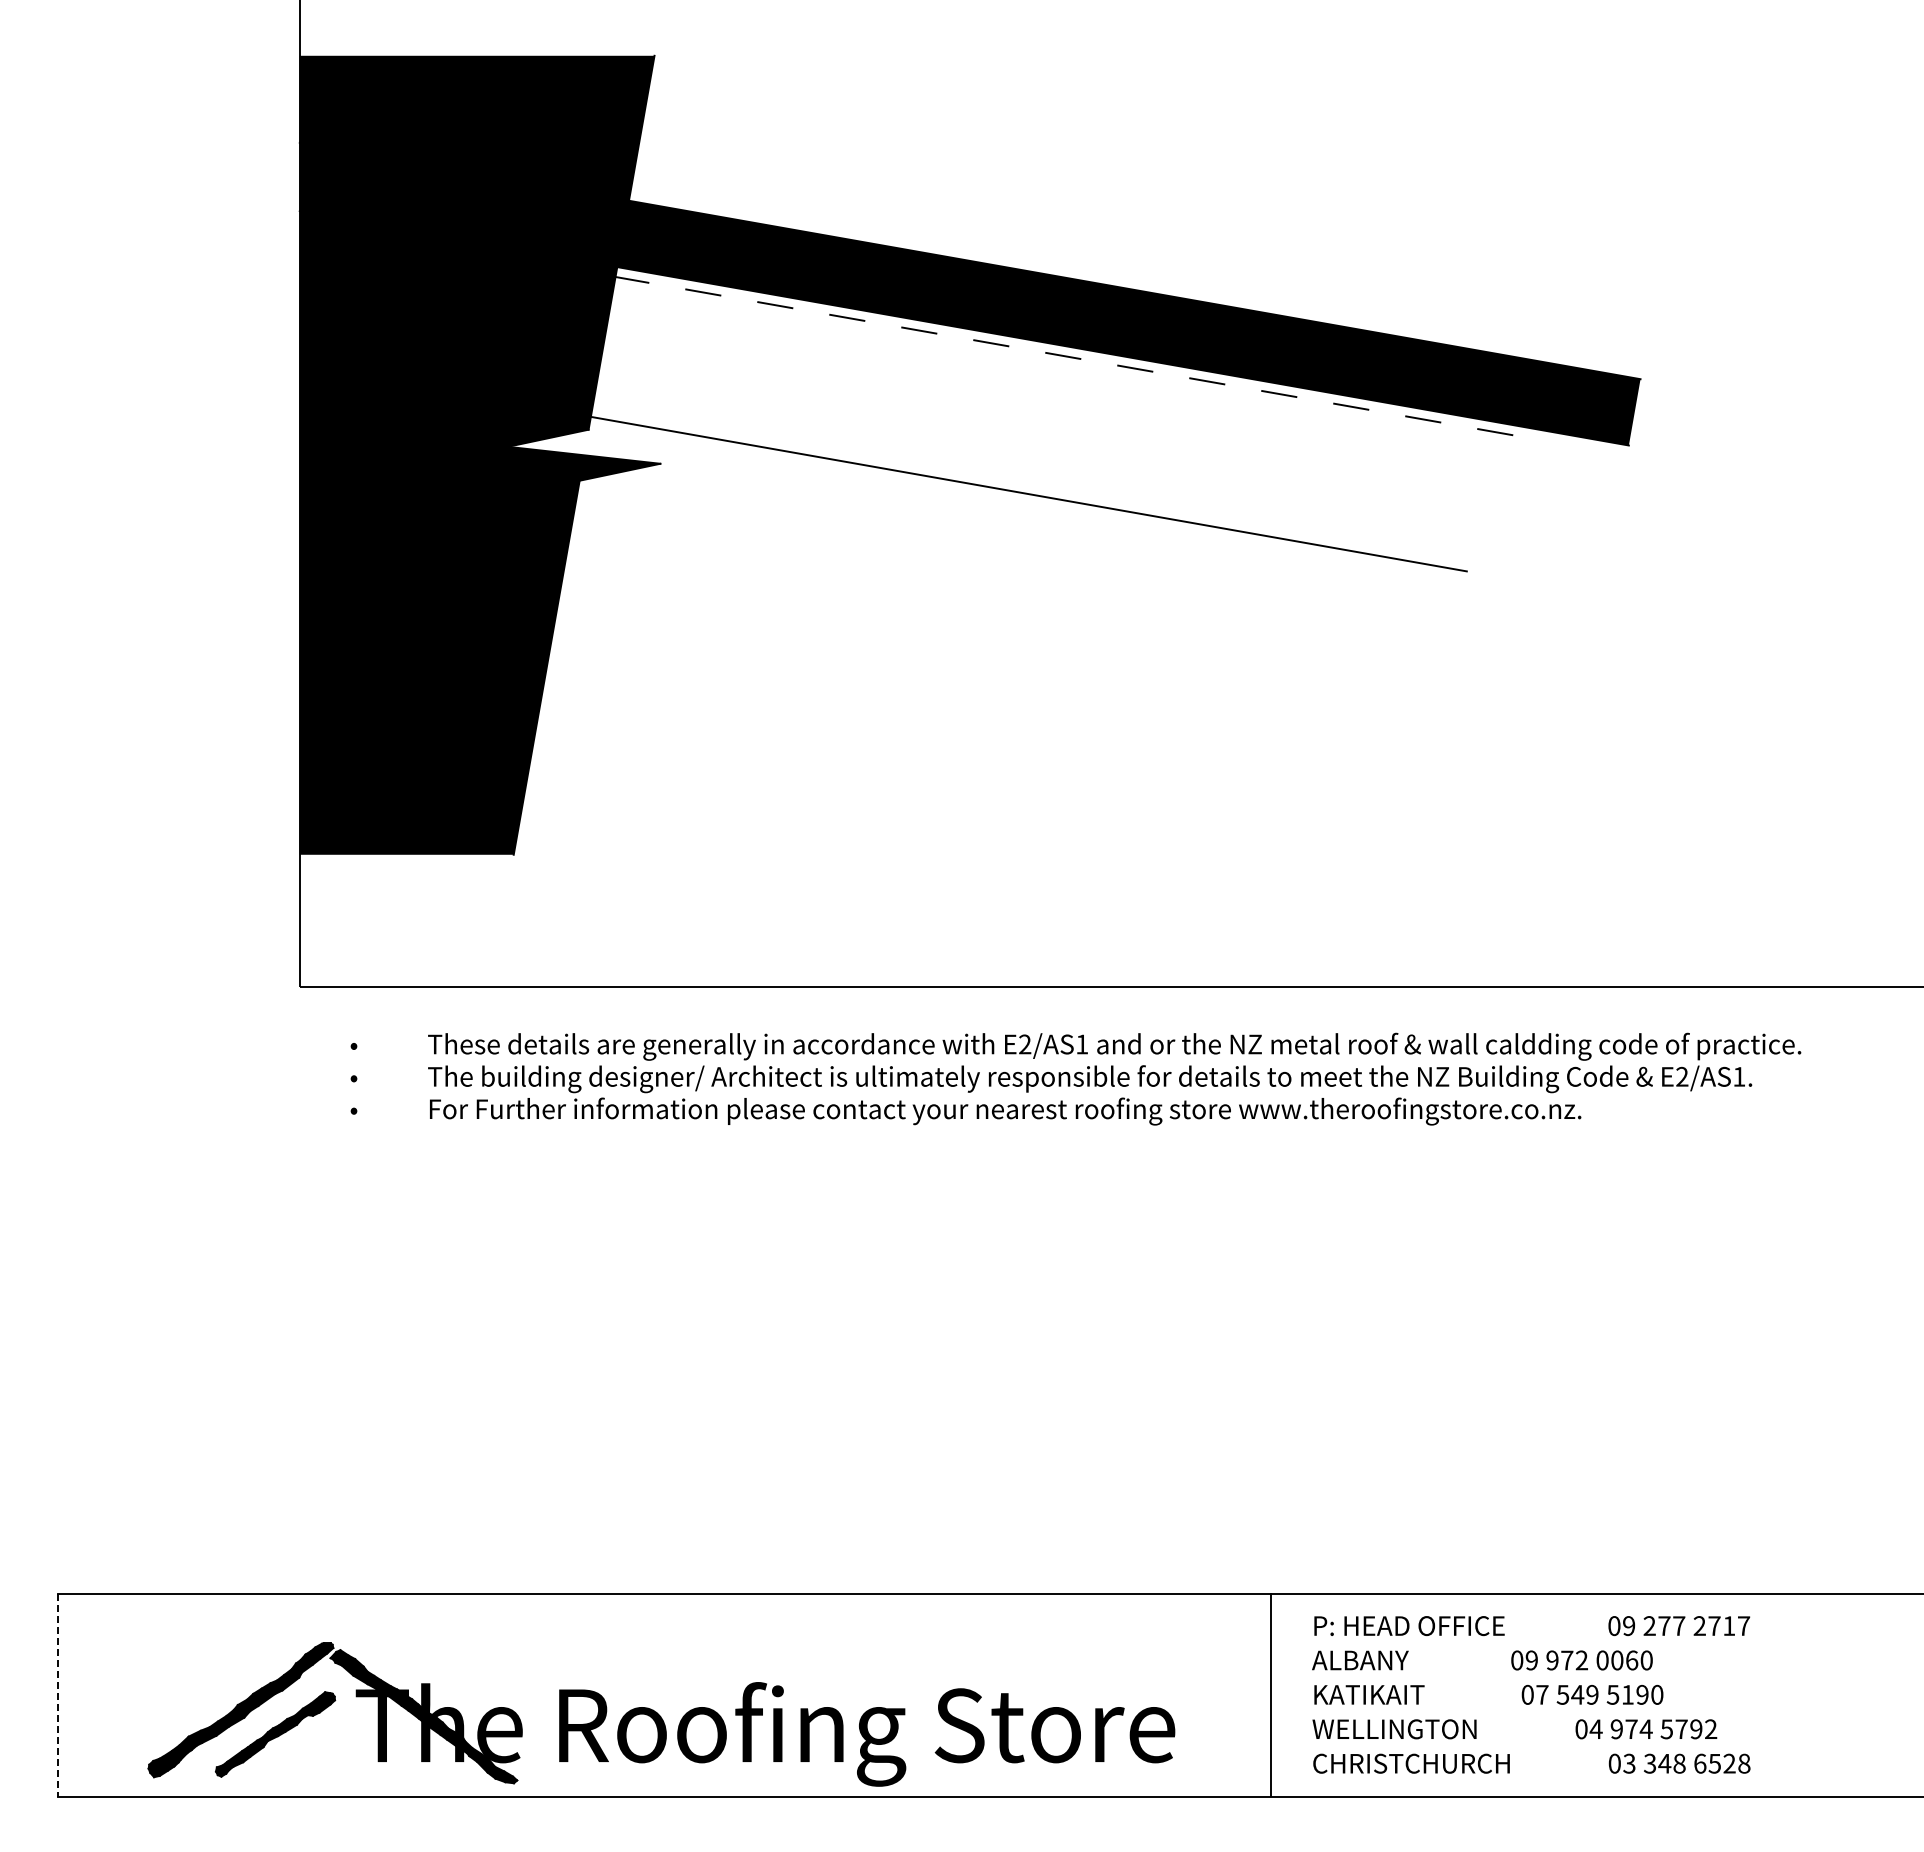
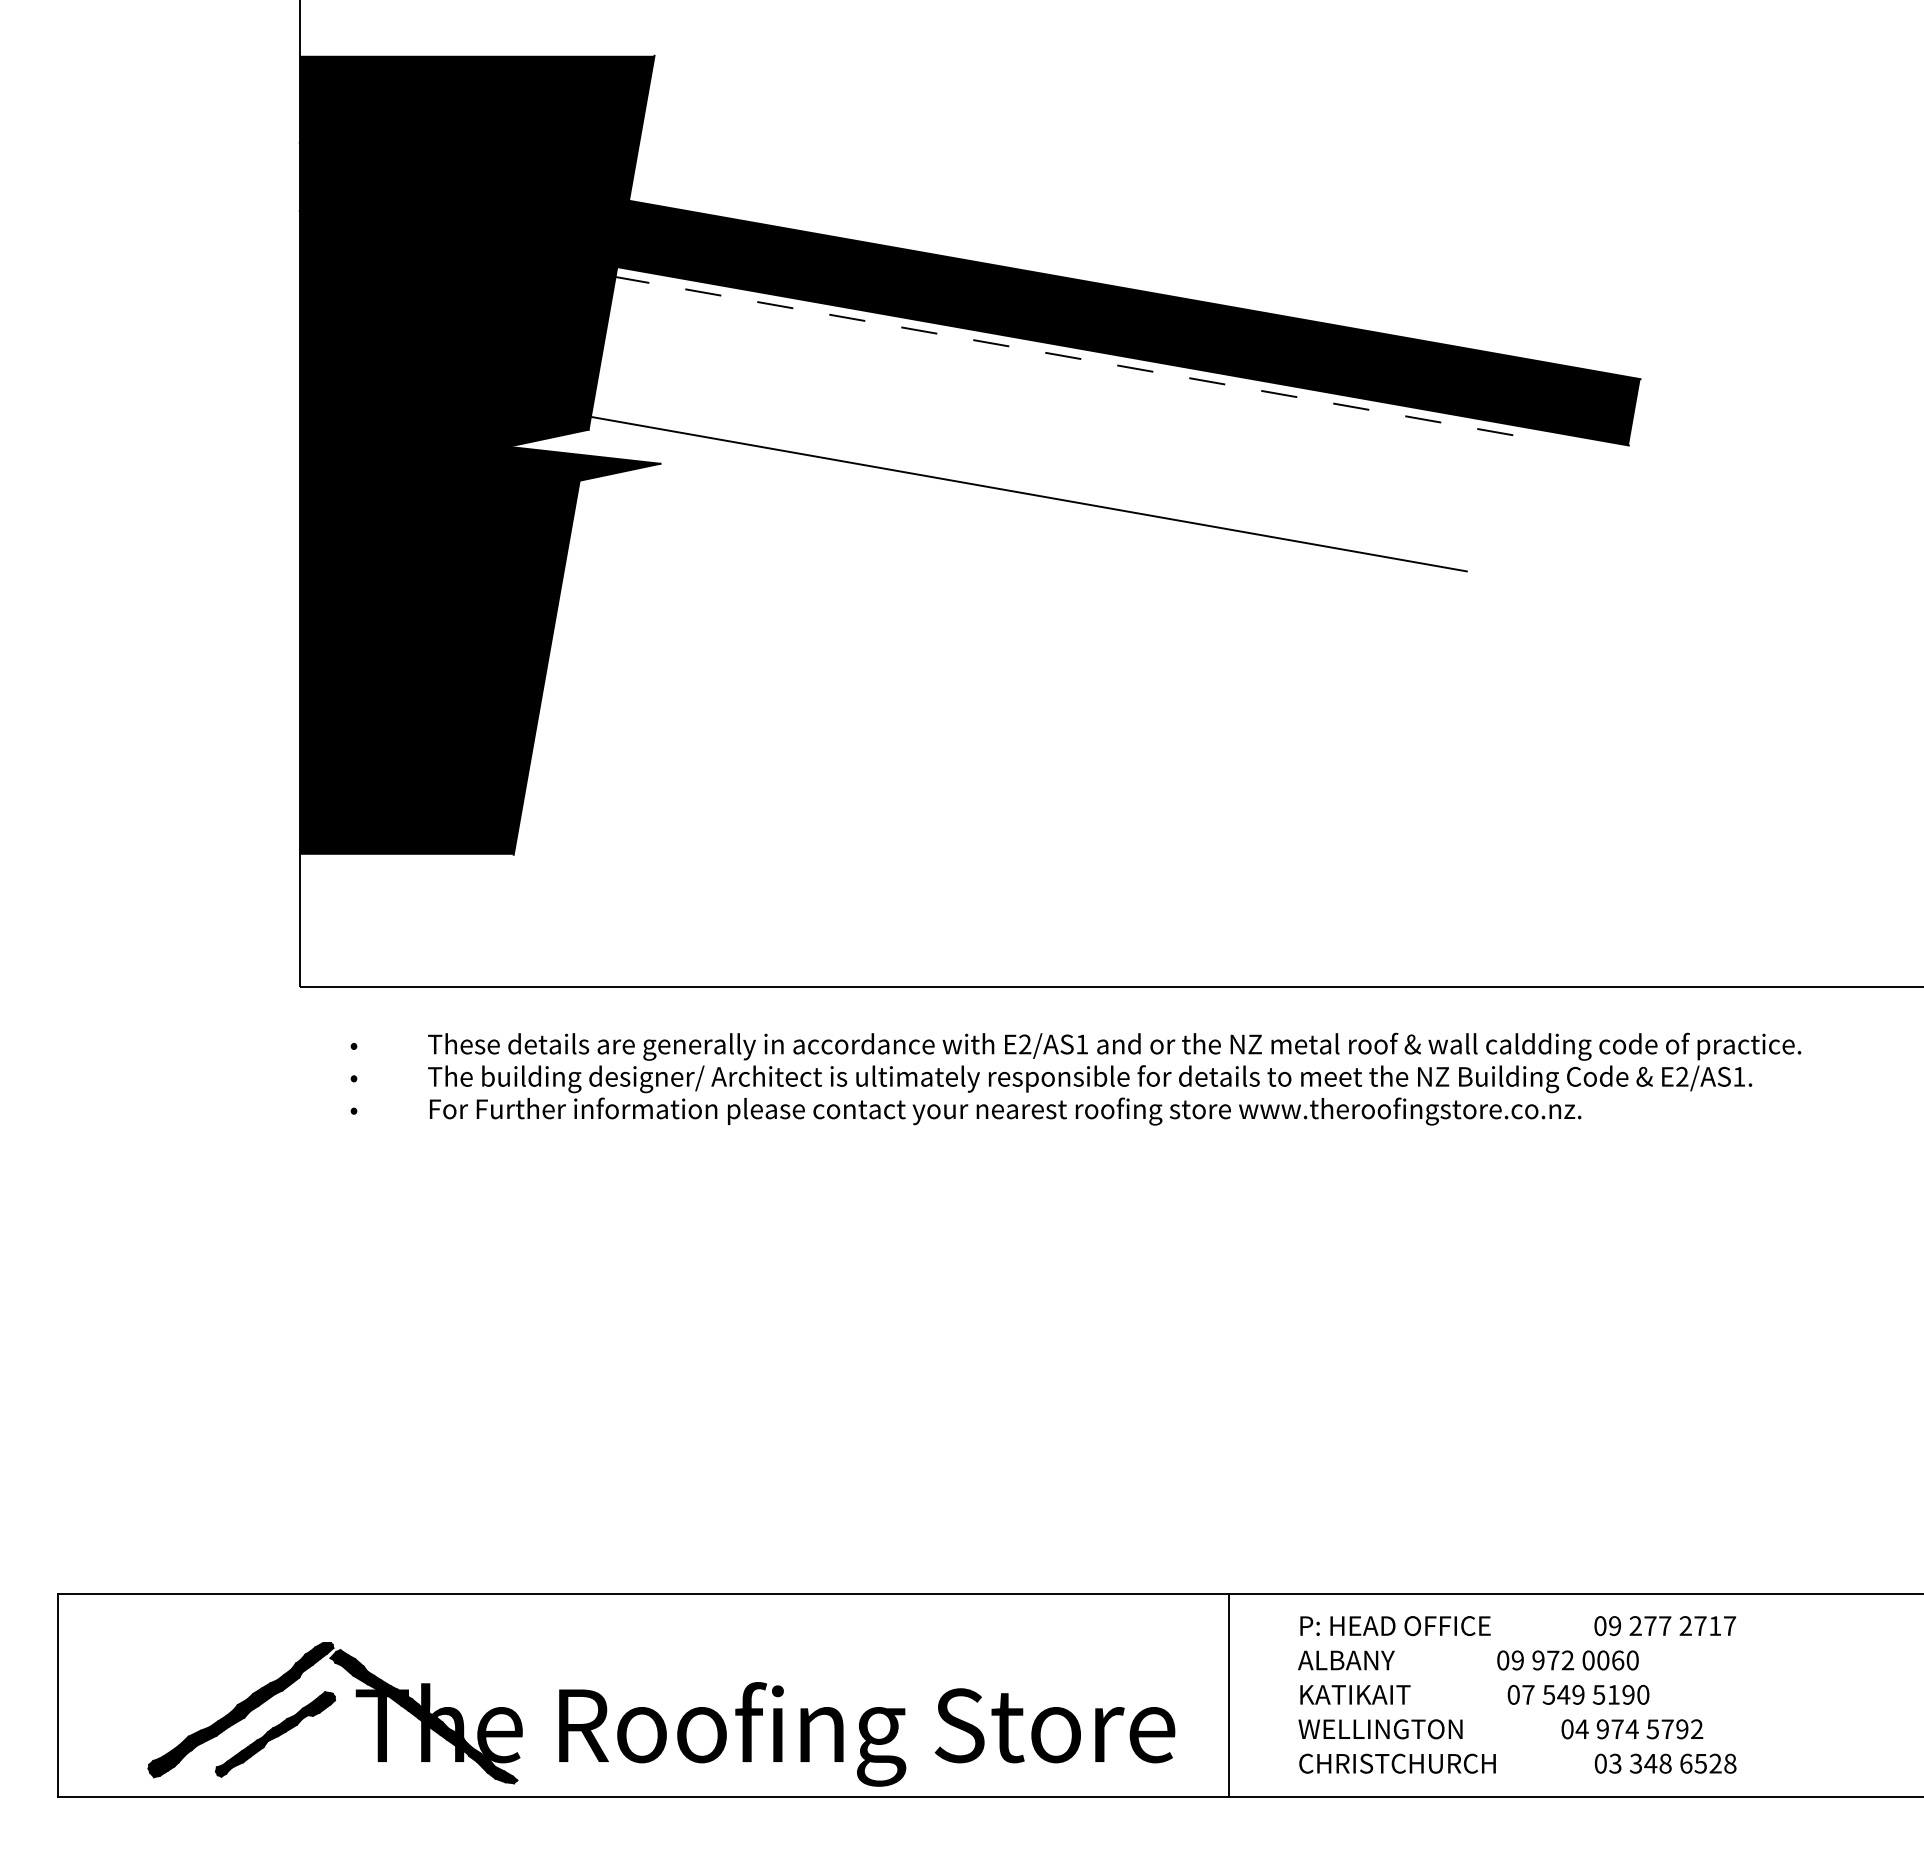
text at (1531, 1694) position: (1531, 1694) -> (1517, 1694)
line at (57, 1695): dashed -> solid
line at (1270, 1695) position: (1270, 1695) -> (1228, 1695)
